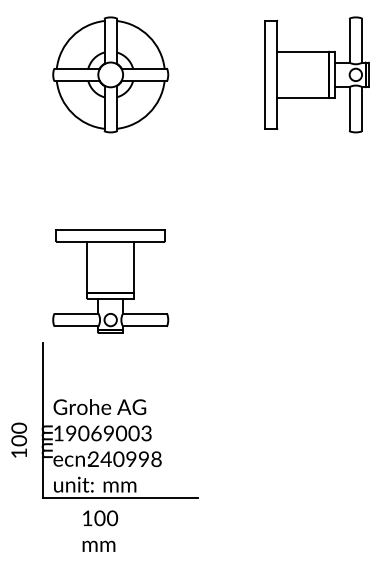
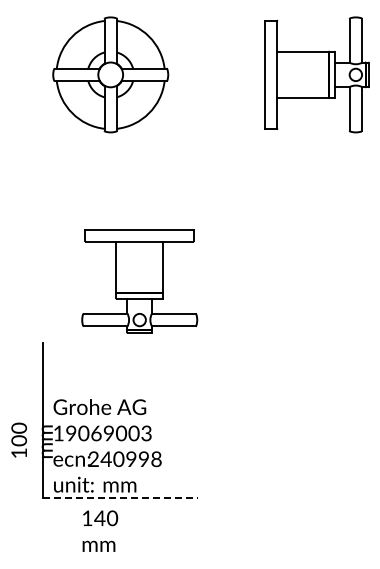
part at (110, 281) position: (110, 281) -> (139, 281)
line at (120, 497): solid -> dashed
text at (99, 518): 100 -> 140
